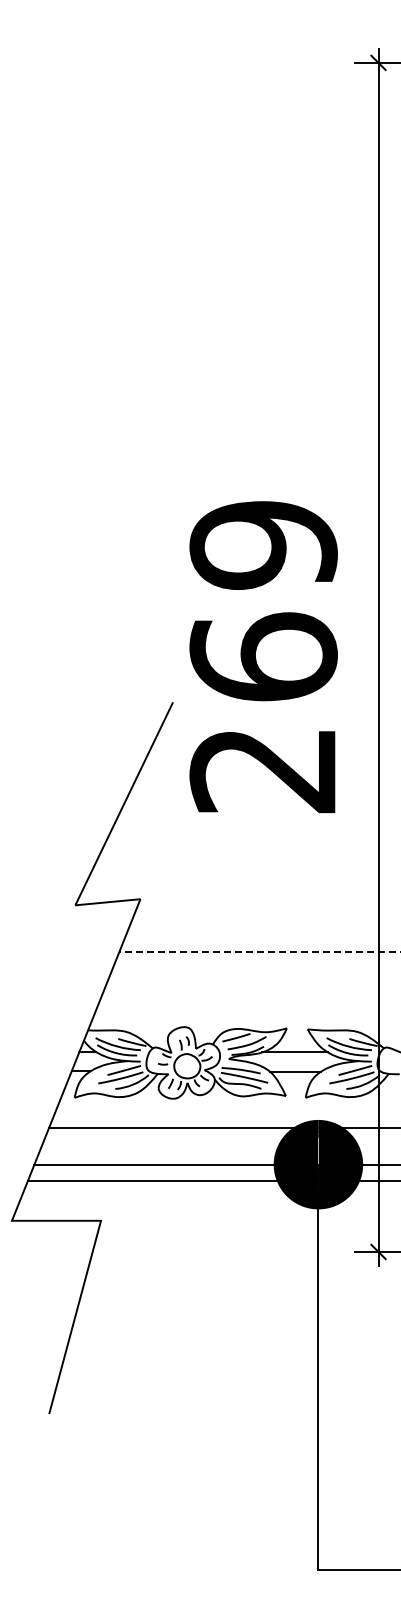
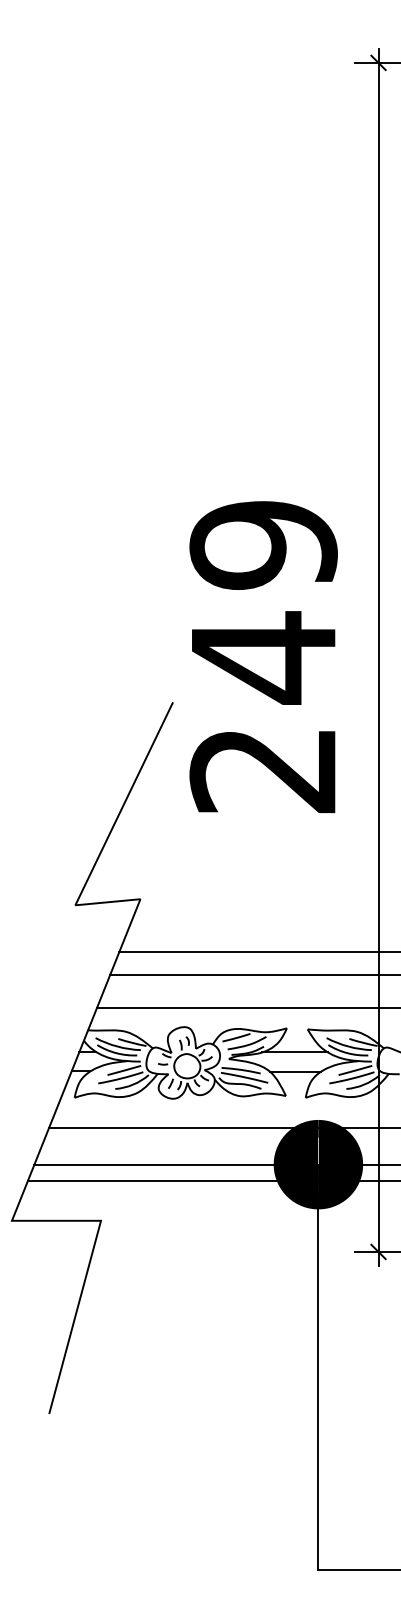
text at (263, 657): 269 -> 249
line at (259, 952): dashed -> solid
line at (253, 974): none -> present
line at (247, 1008): none -> present
